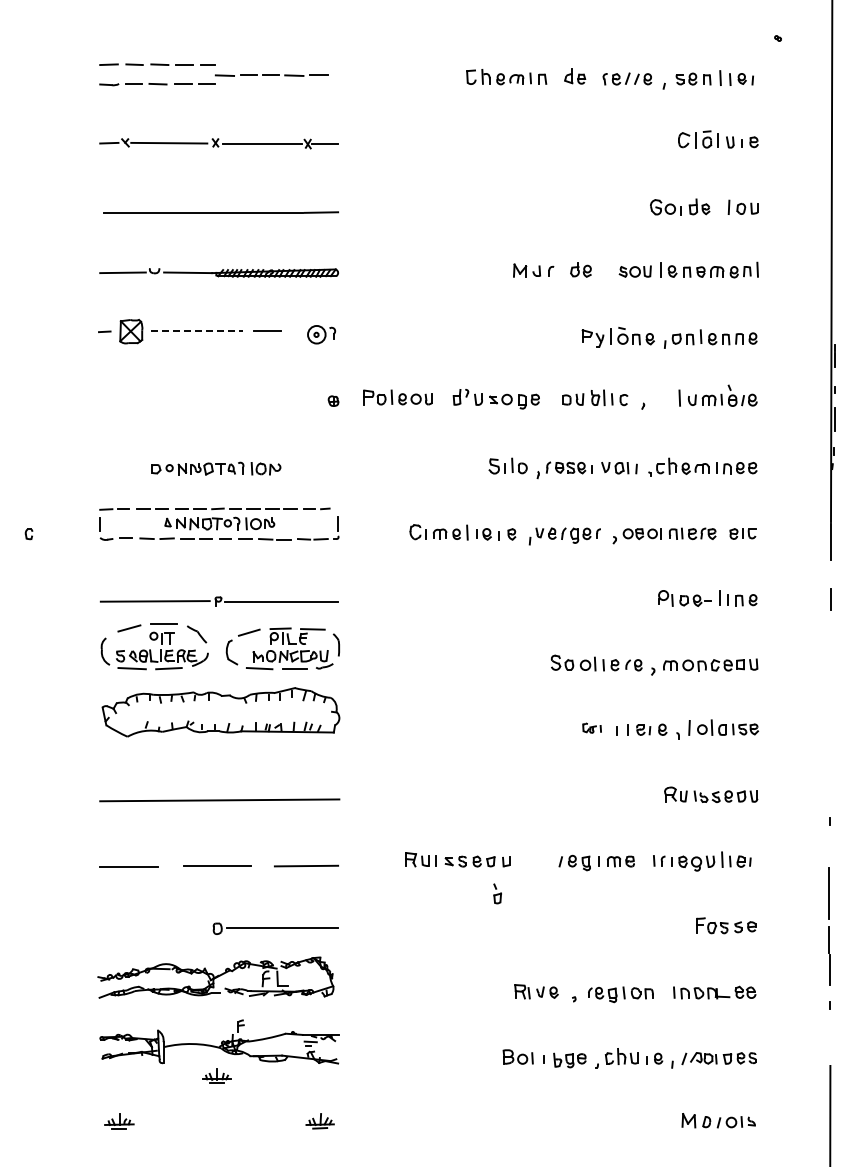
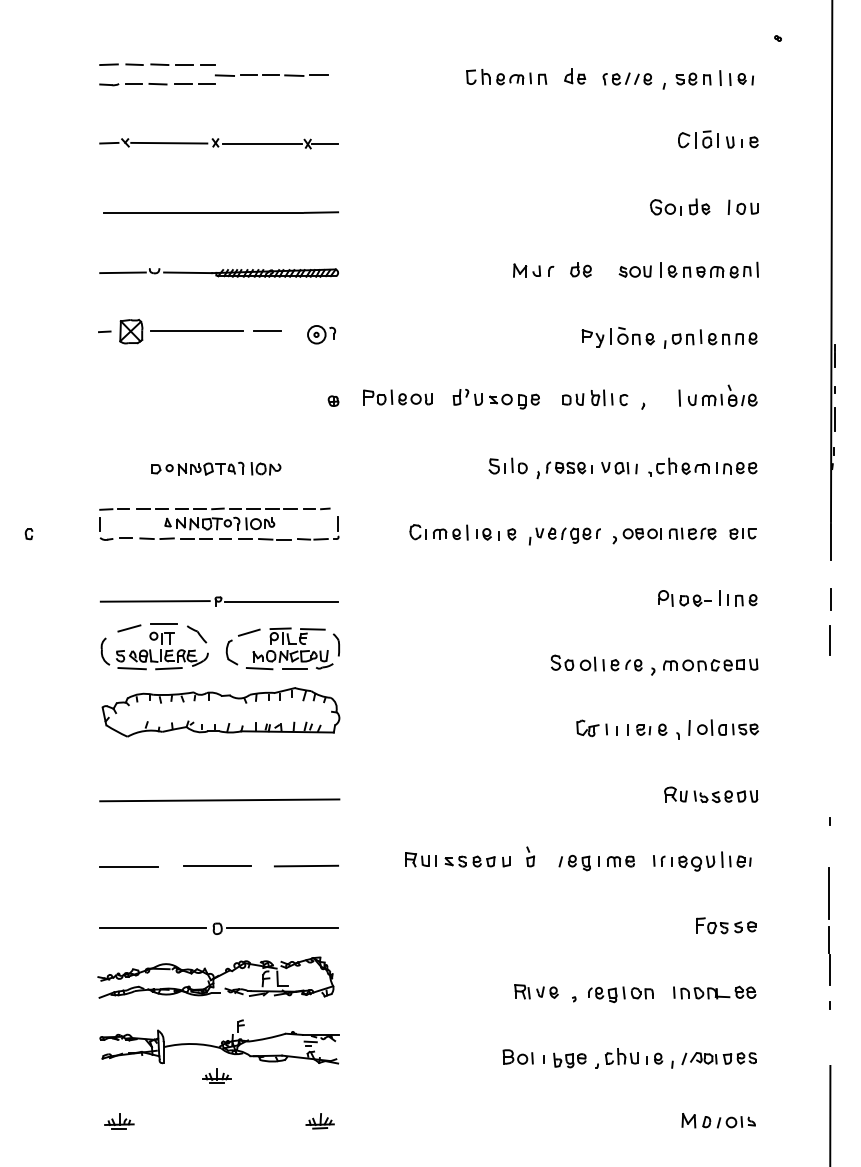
line at (197, 330): dashed -> solid
line at (830, 640): none -> present
part at (591, 727) size: 20x12 px -> 32x18 px
part at (497, 893) position: (497, 893) -> (530, 856)
line at (152, 928): none -> present
